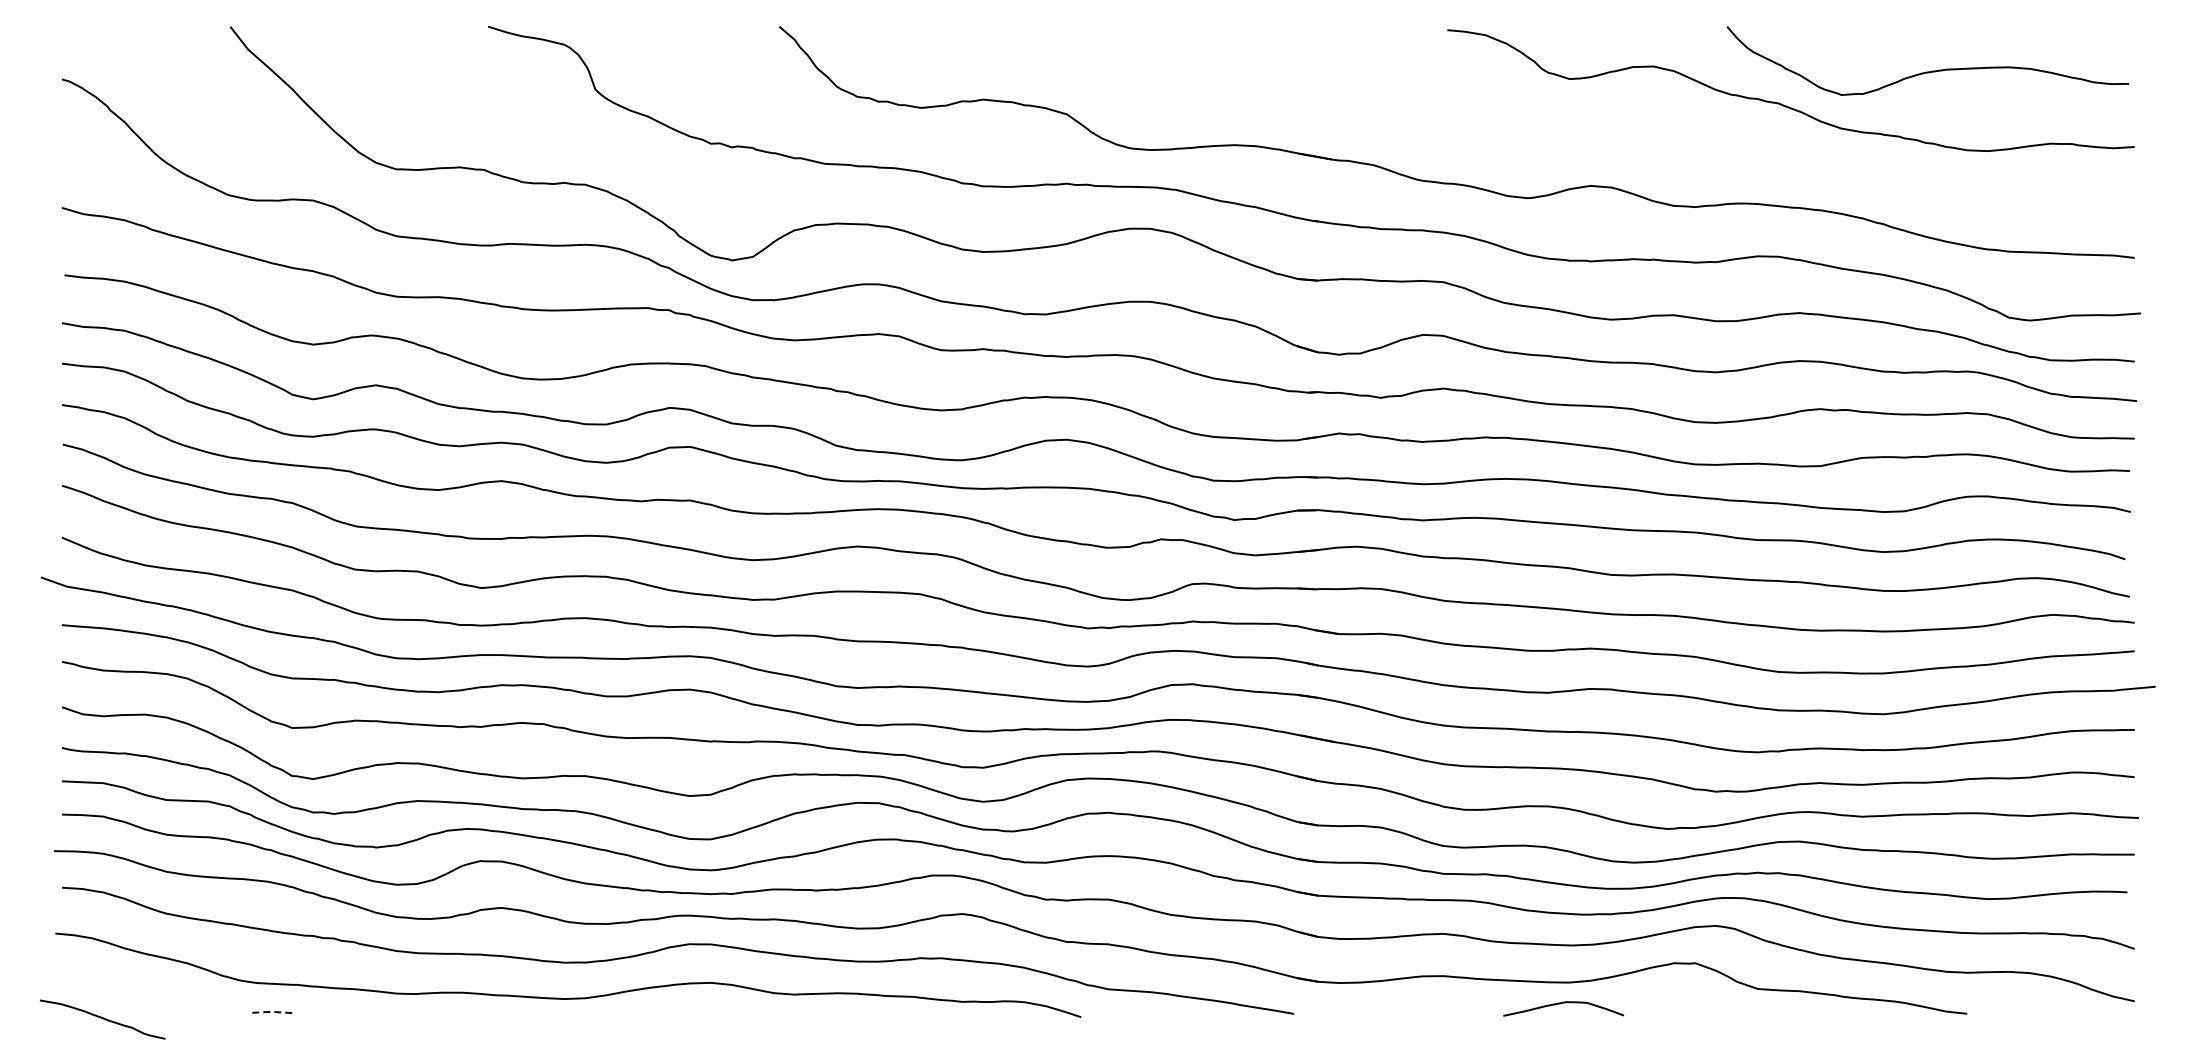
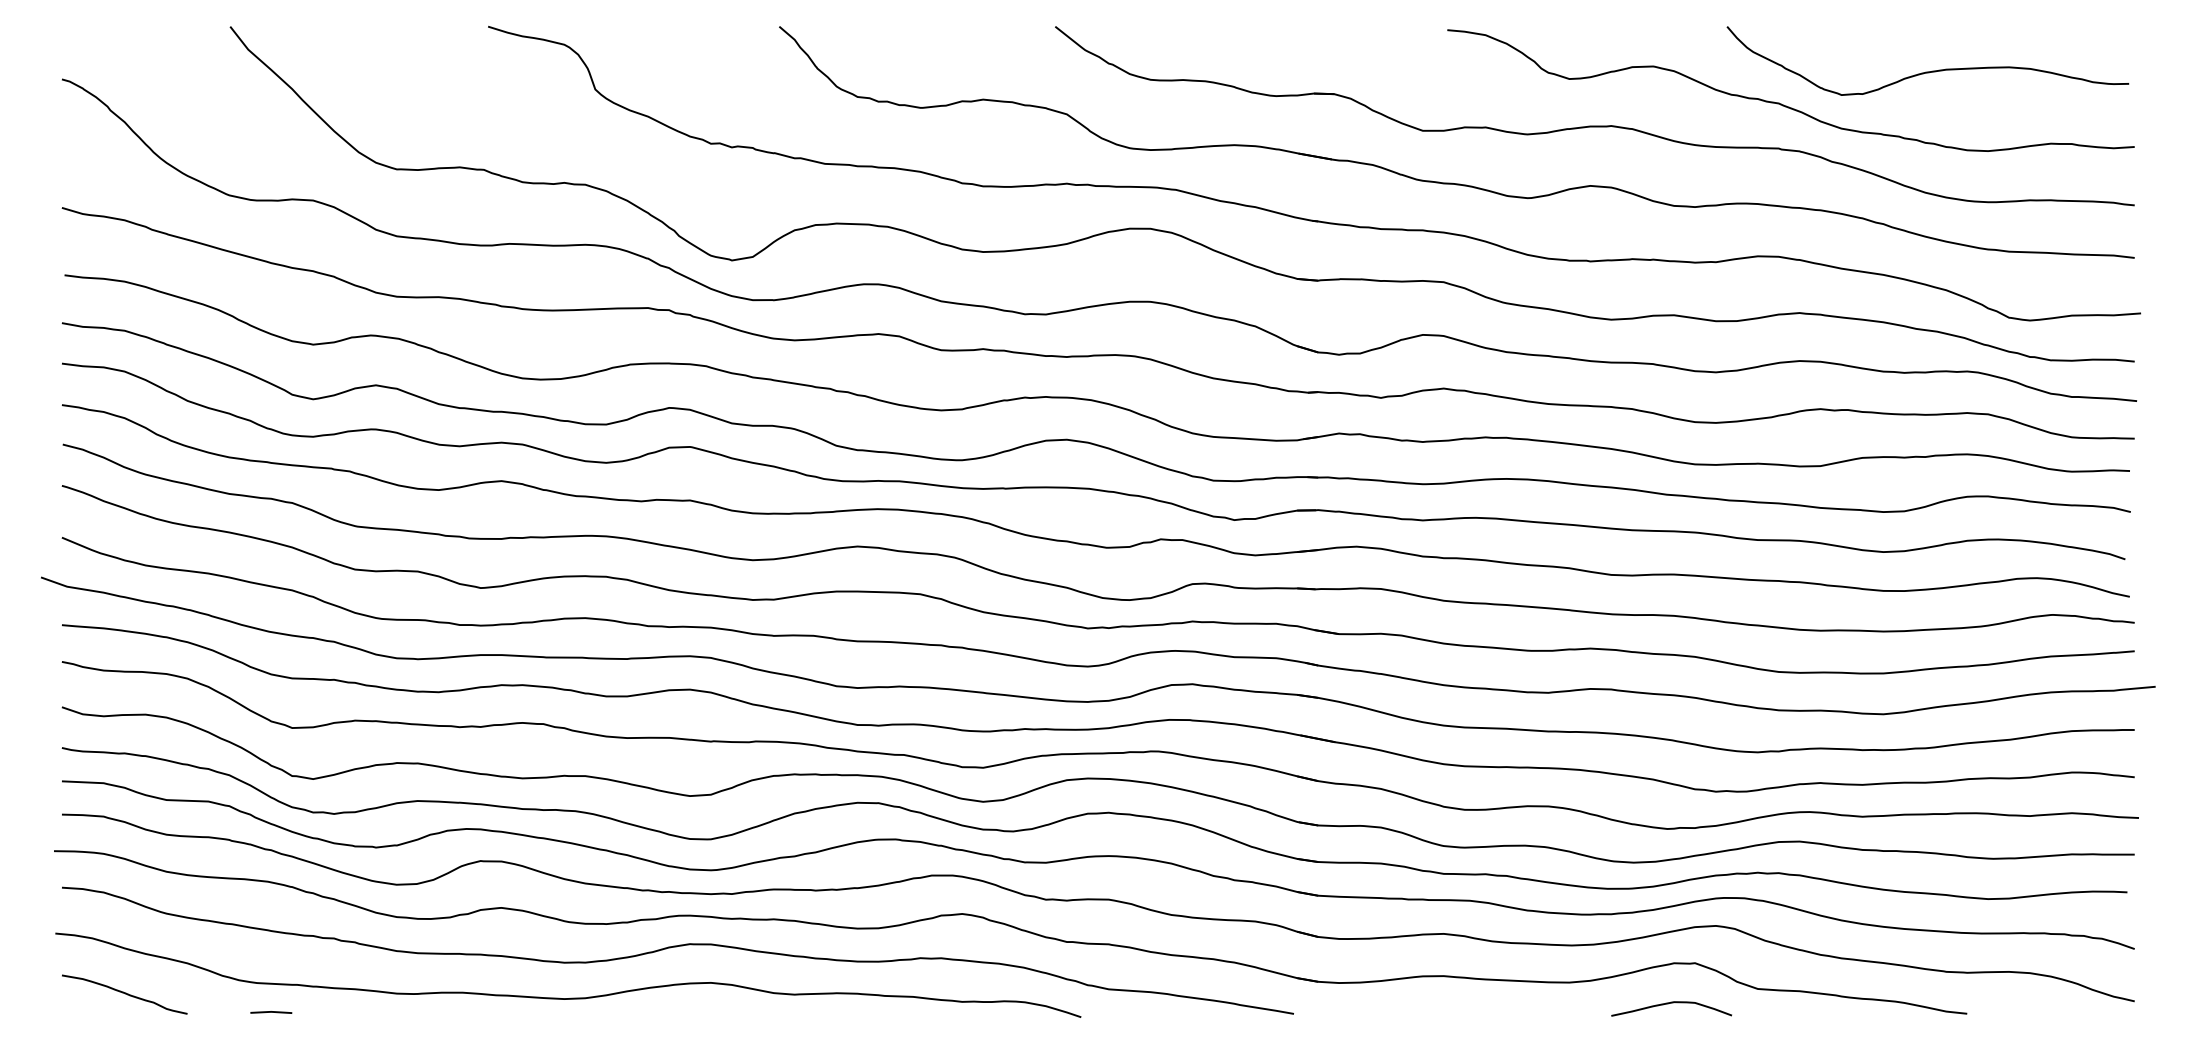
part at (1594, 125): none -> present
curve at (1563, 1003) position: (1563, 1003) -> (1671, 1003)
line at (271, 1011): dashed -> solid
curve at (102, 1018) position: (102, 1018) -> (124, 993)
